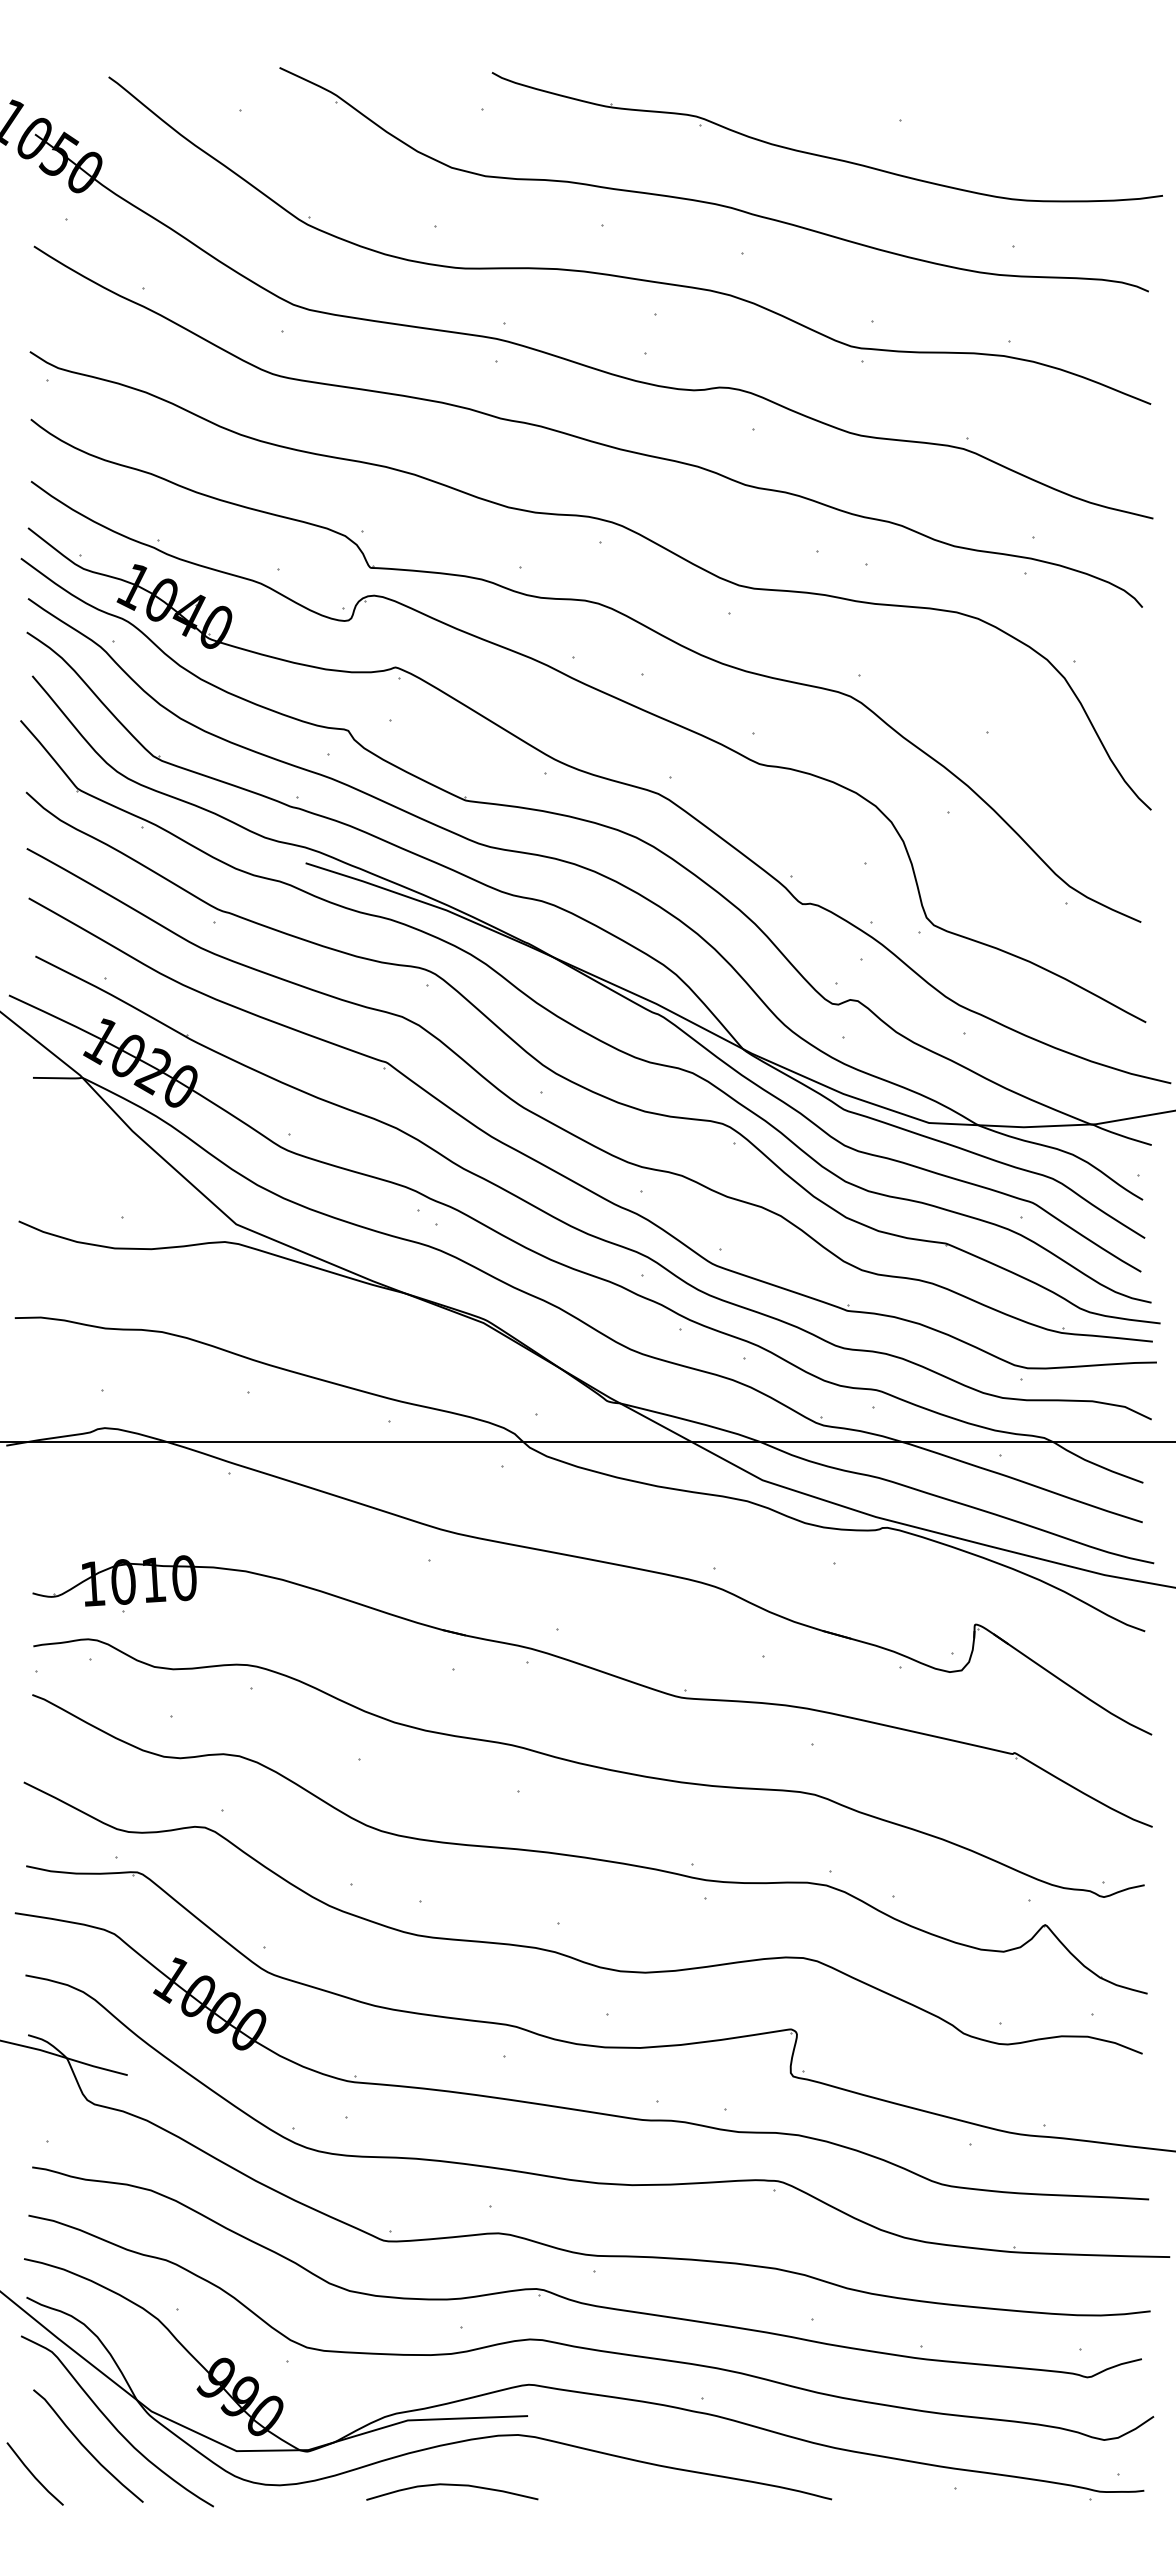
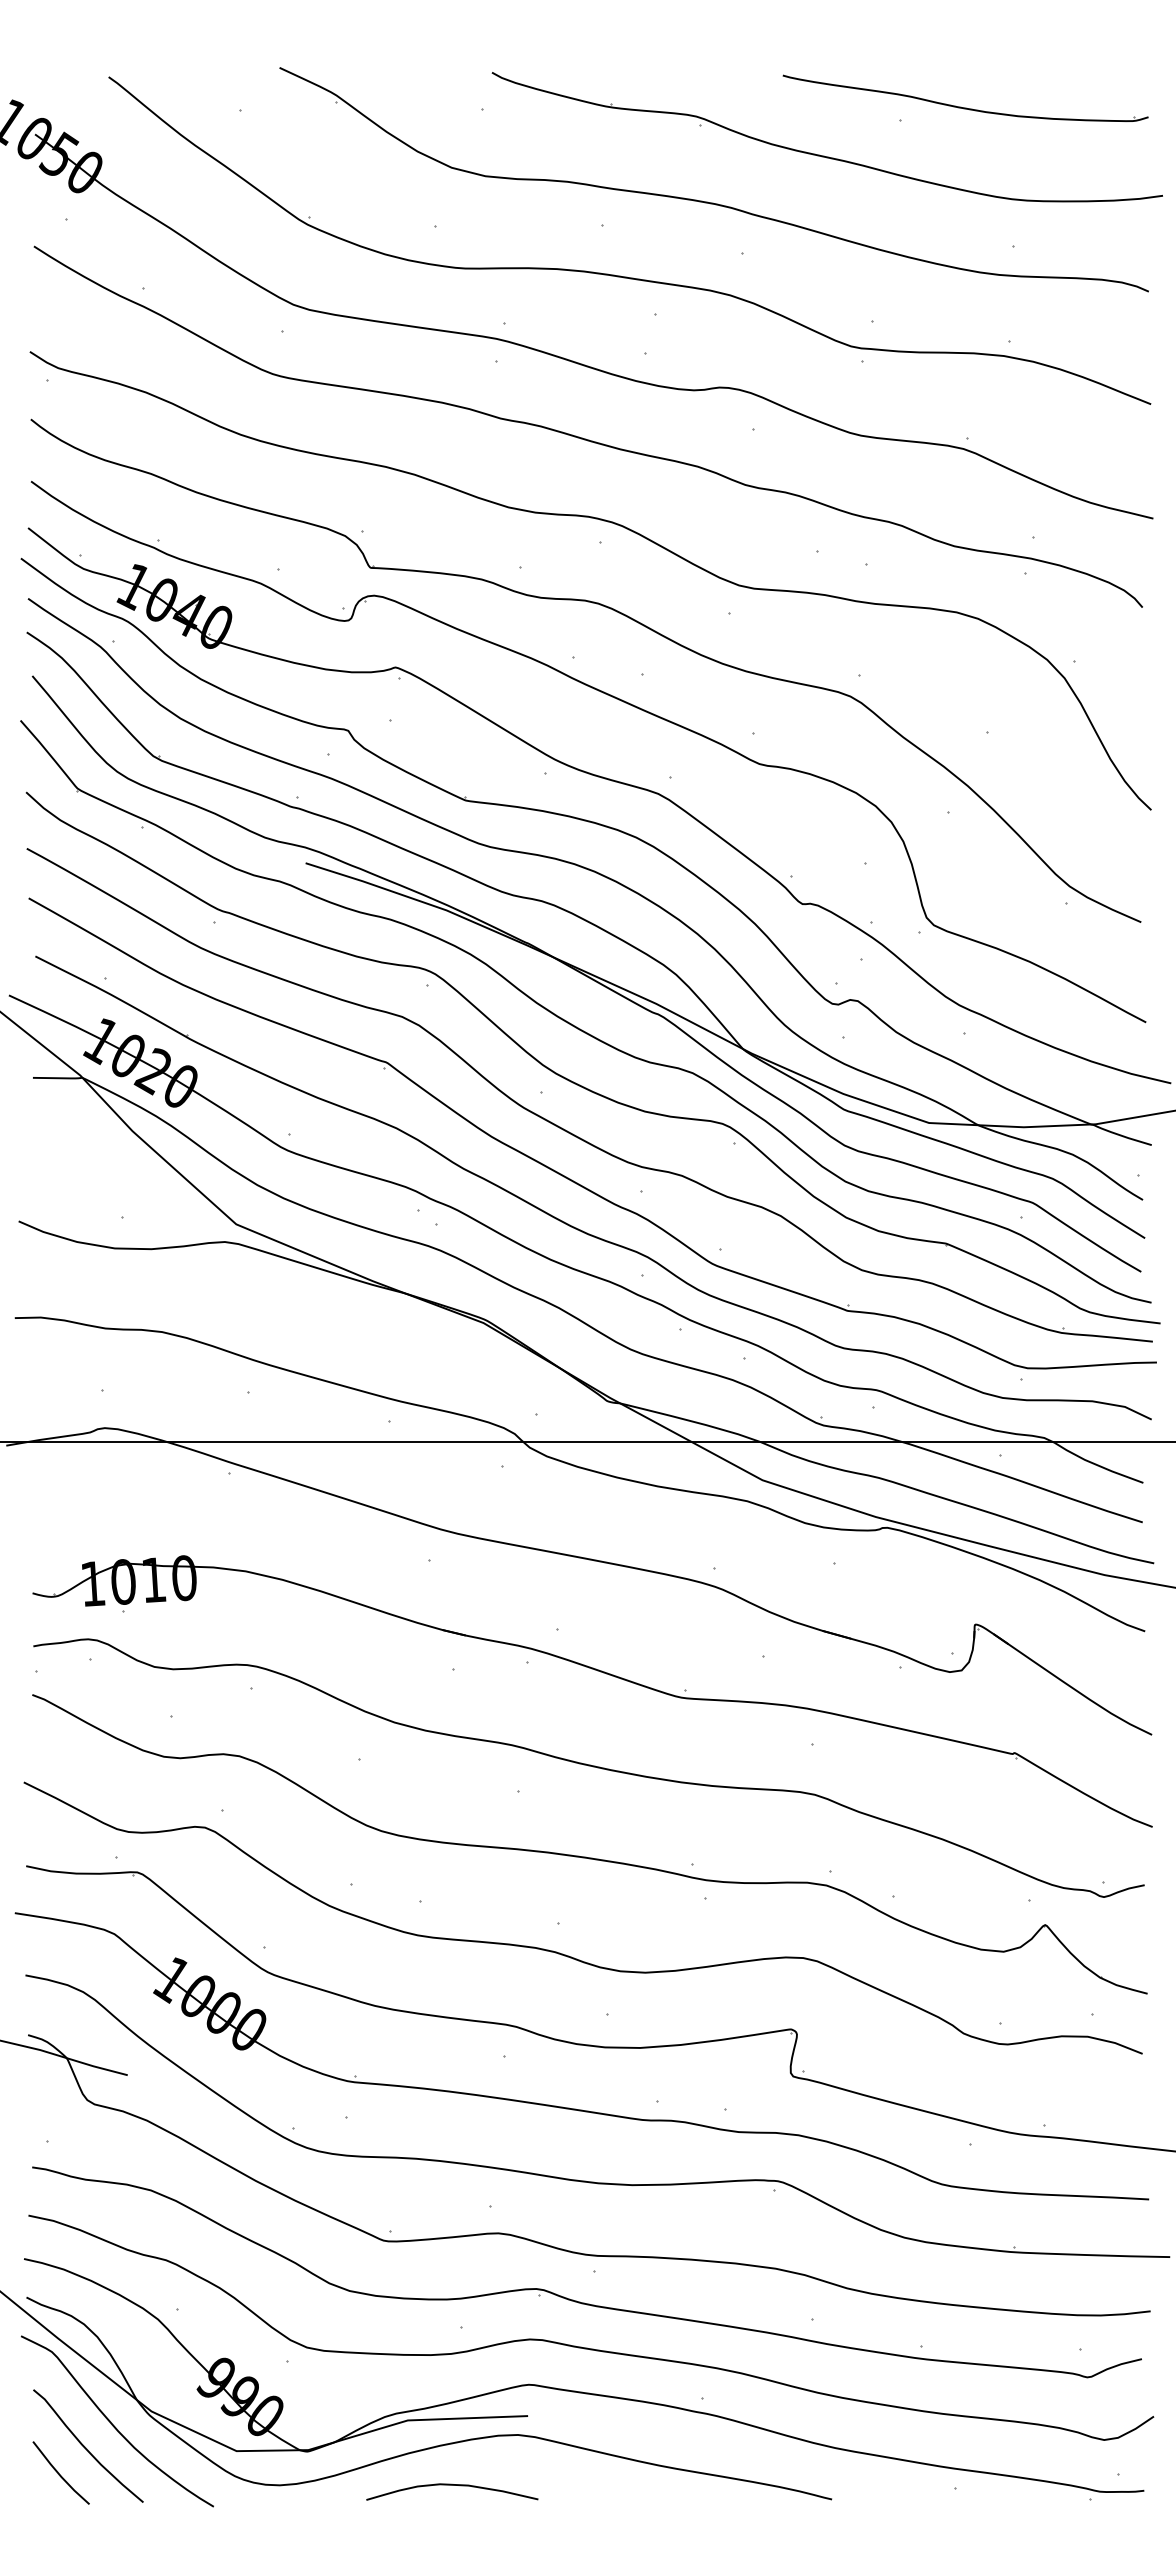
part at (961, 106): none -> present
curve at (33, 2474) position: (33, 2474) -> (59, 2473)
